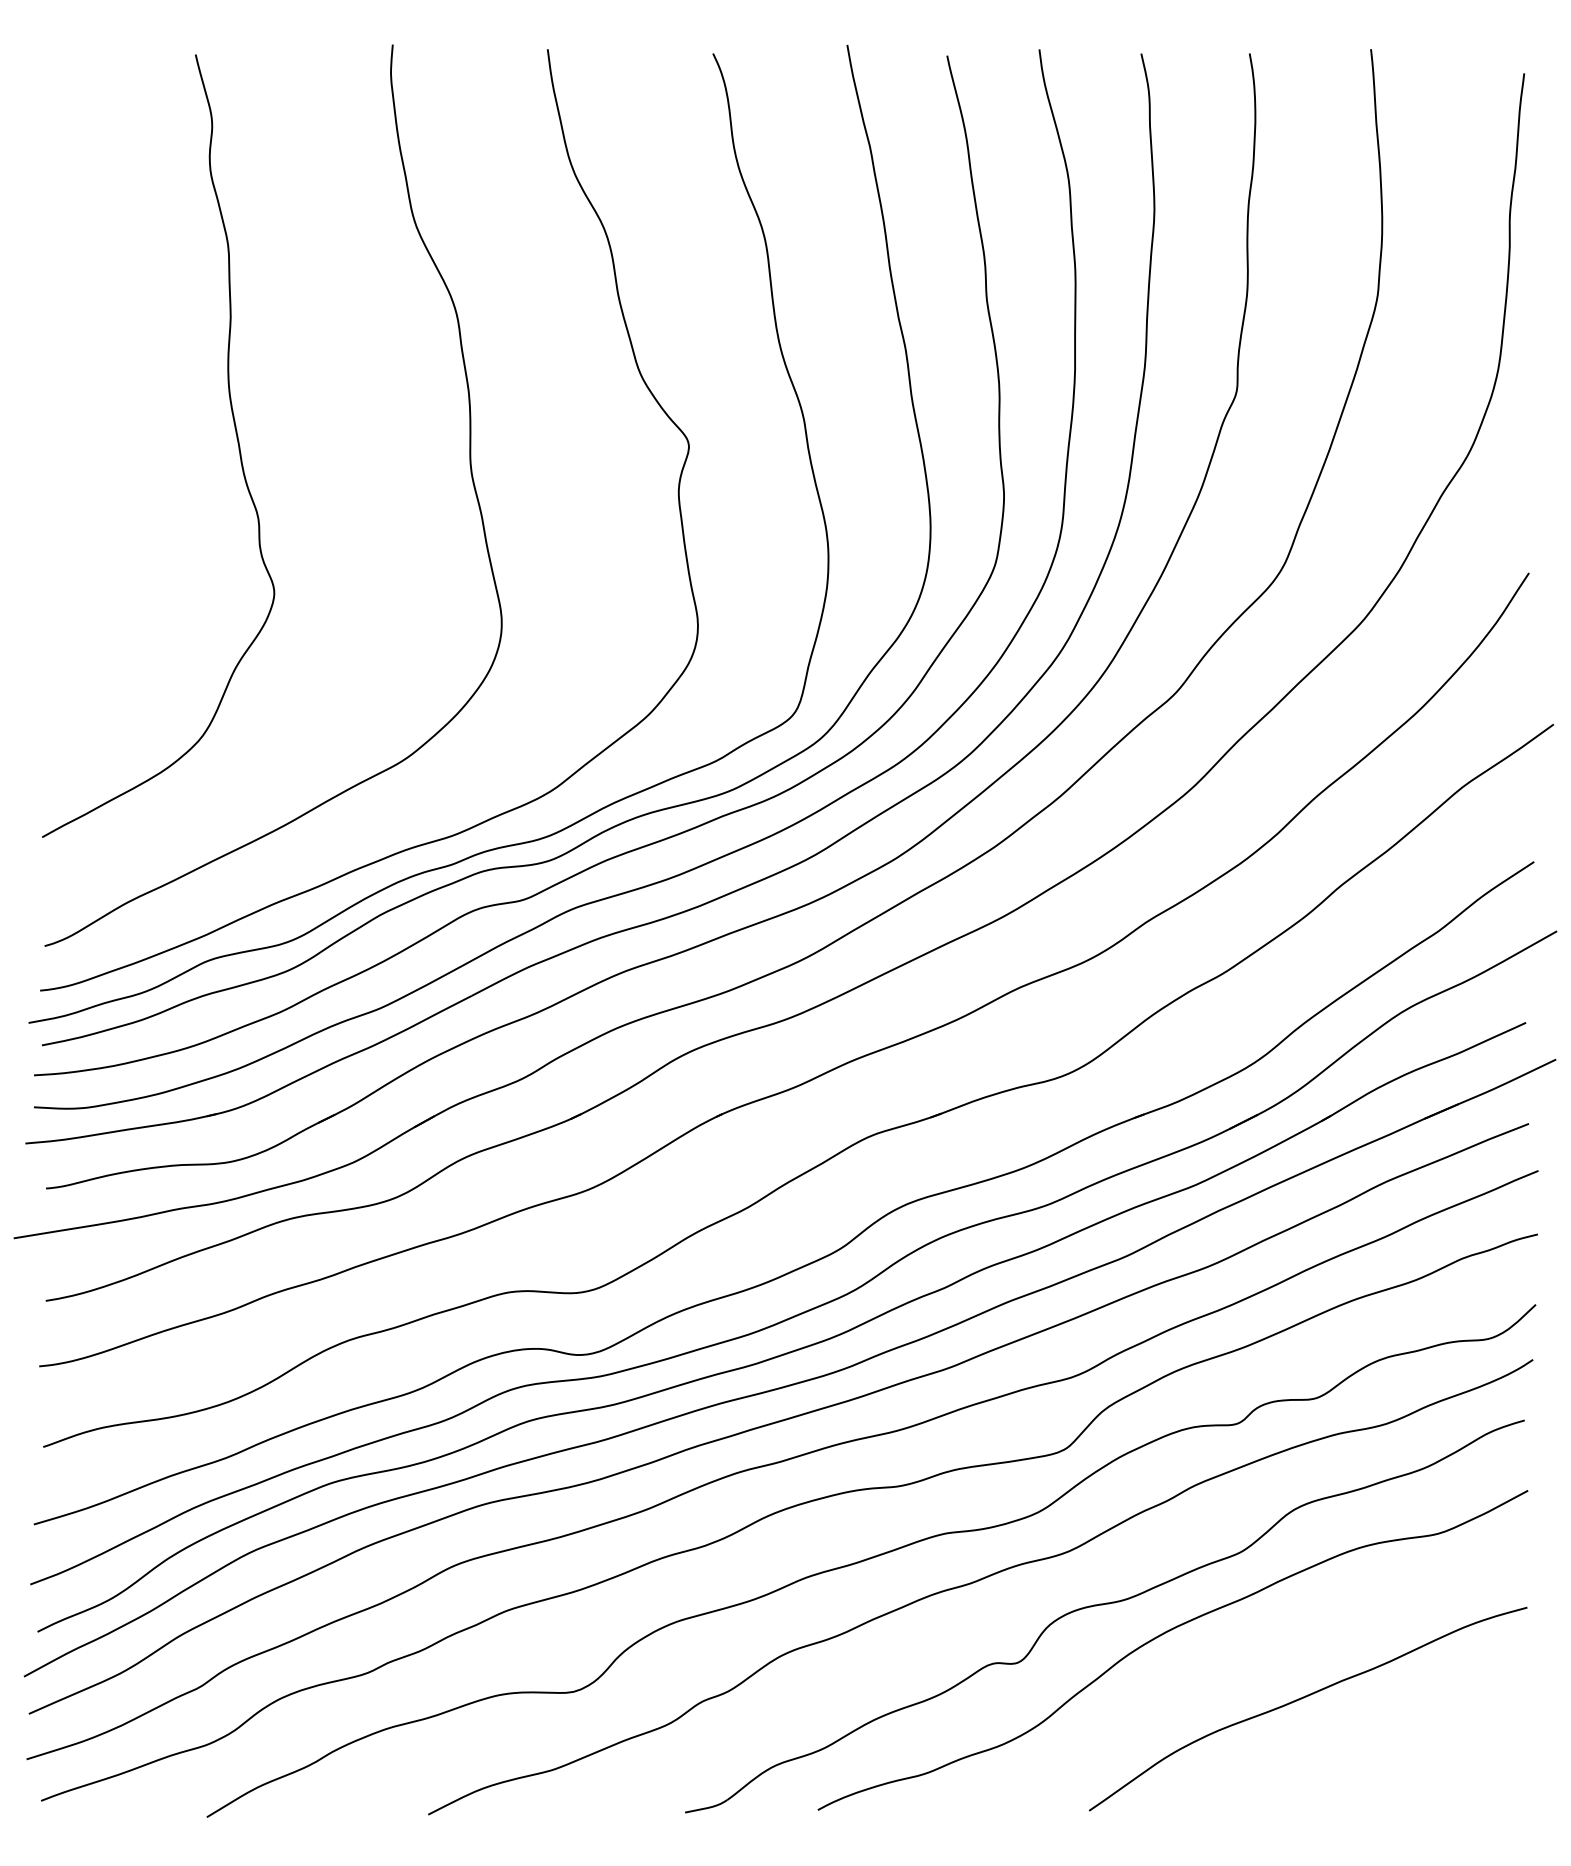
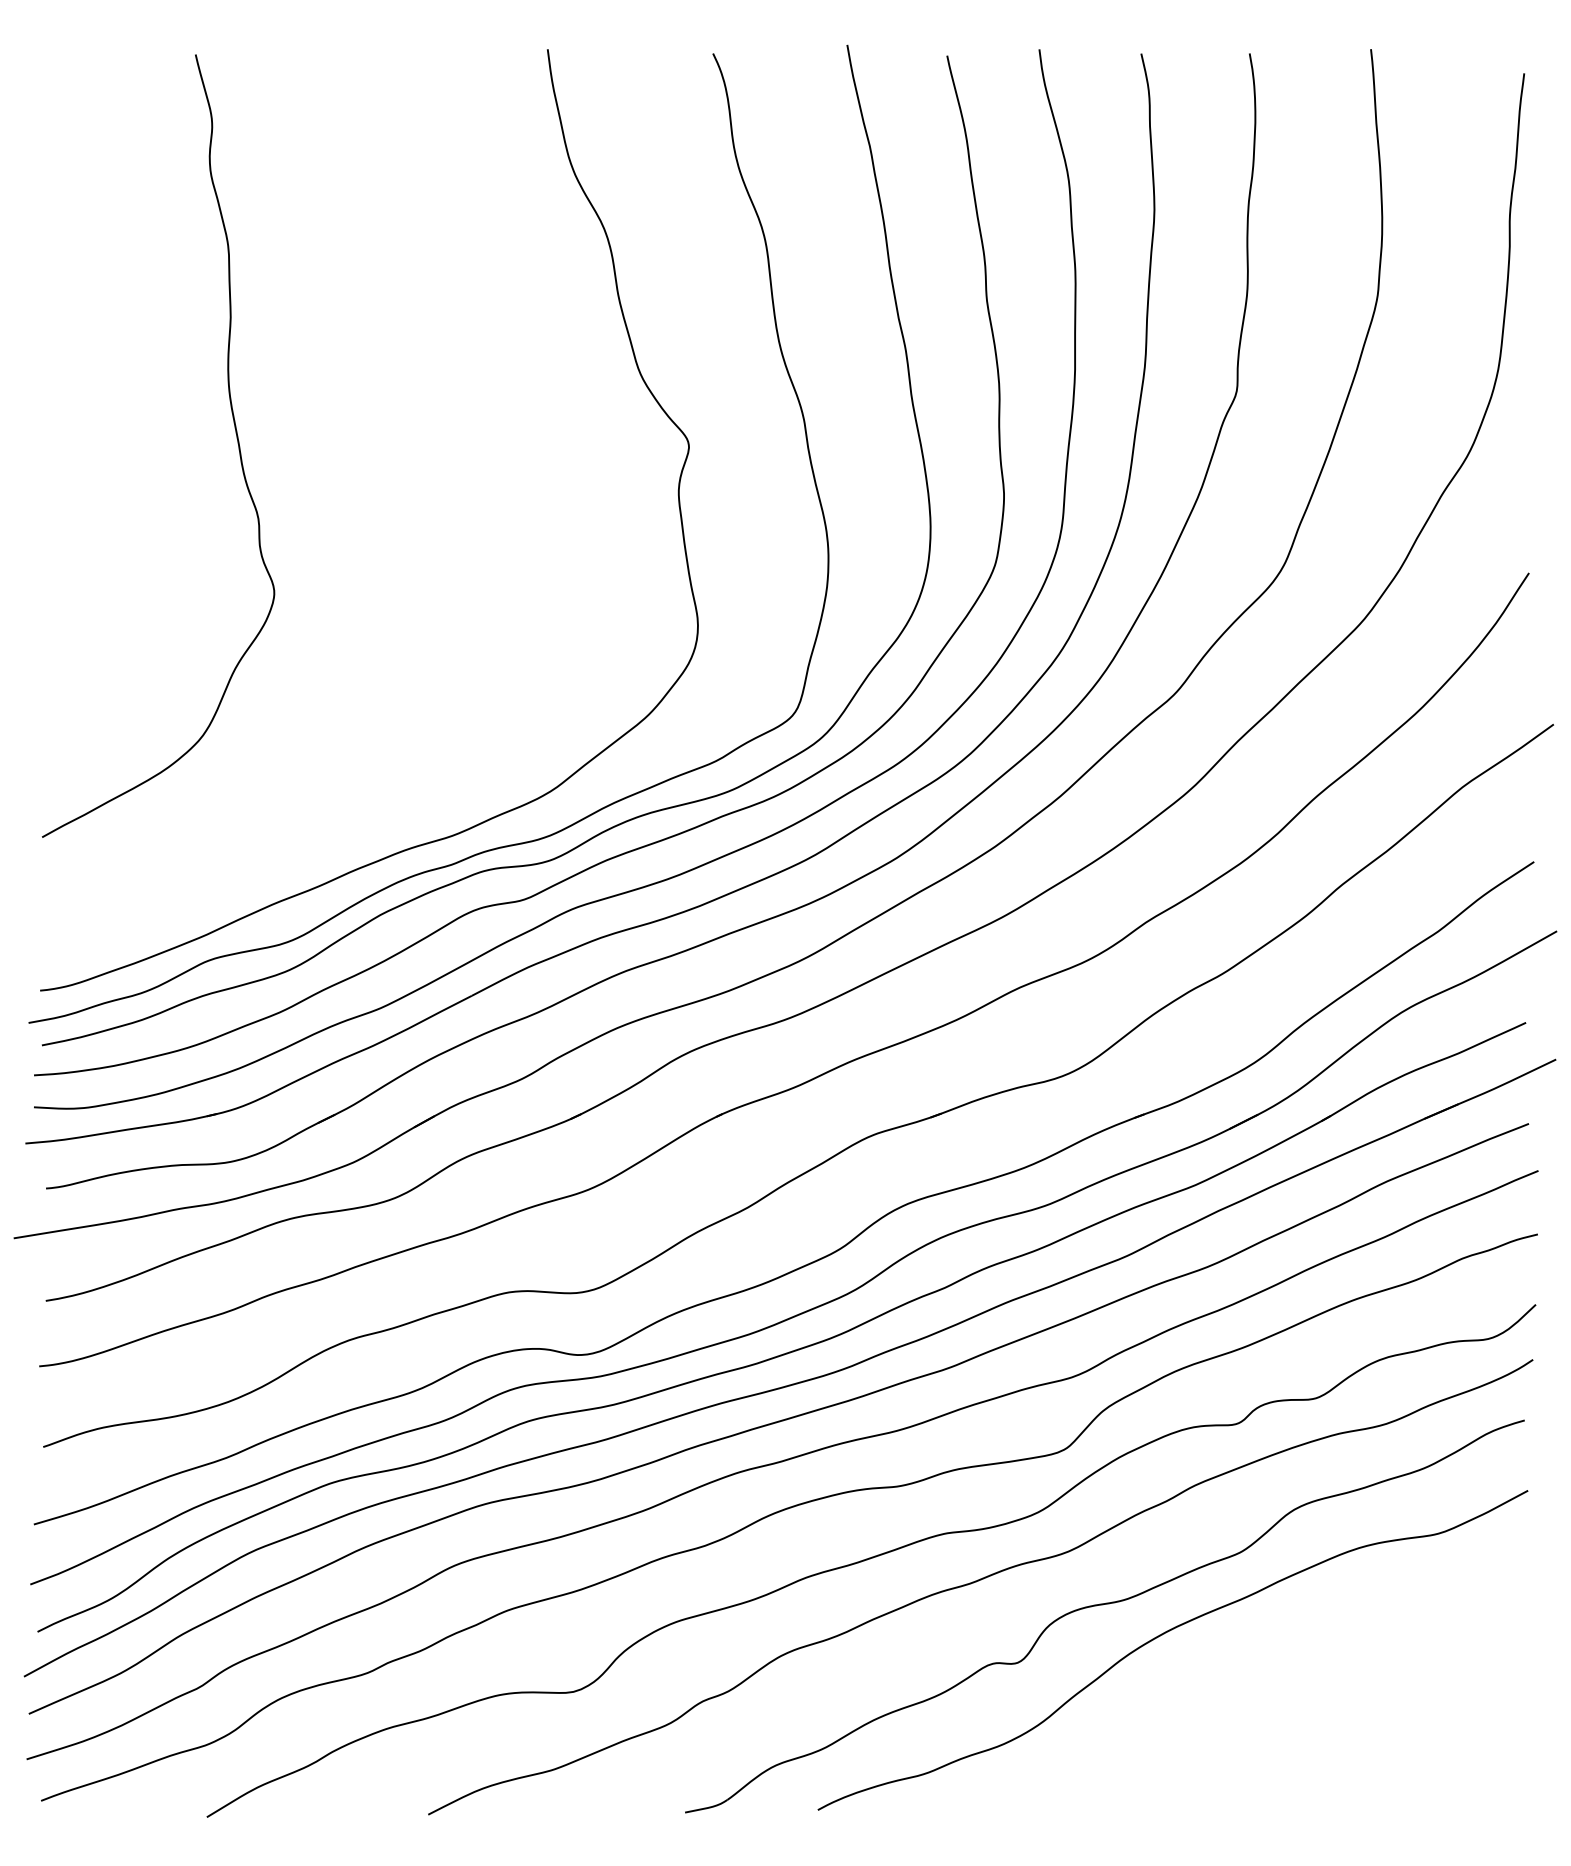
curve at (470, 473): present -> none
curve at (1304, 1698): present -> none
